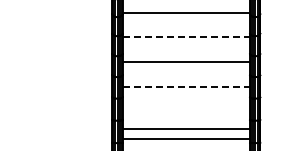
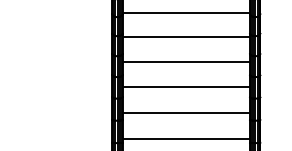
line at (186, 36): dashed -> solid
line at (186, 86): dashed -> solid
line at (186, 128) position: (186, 128) -> (186, 112)
